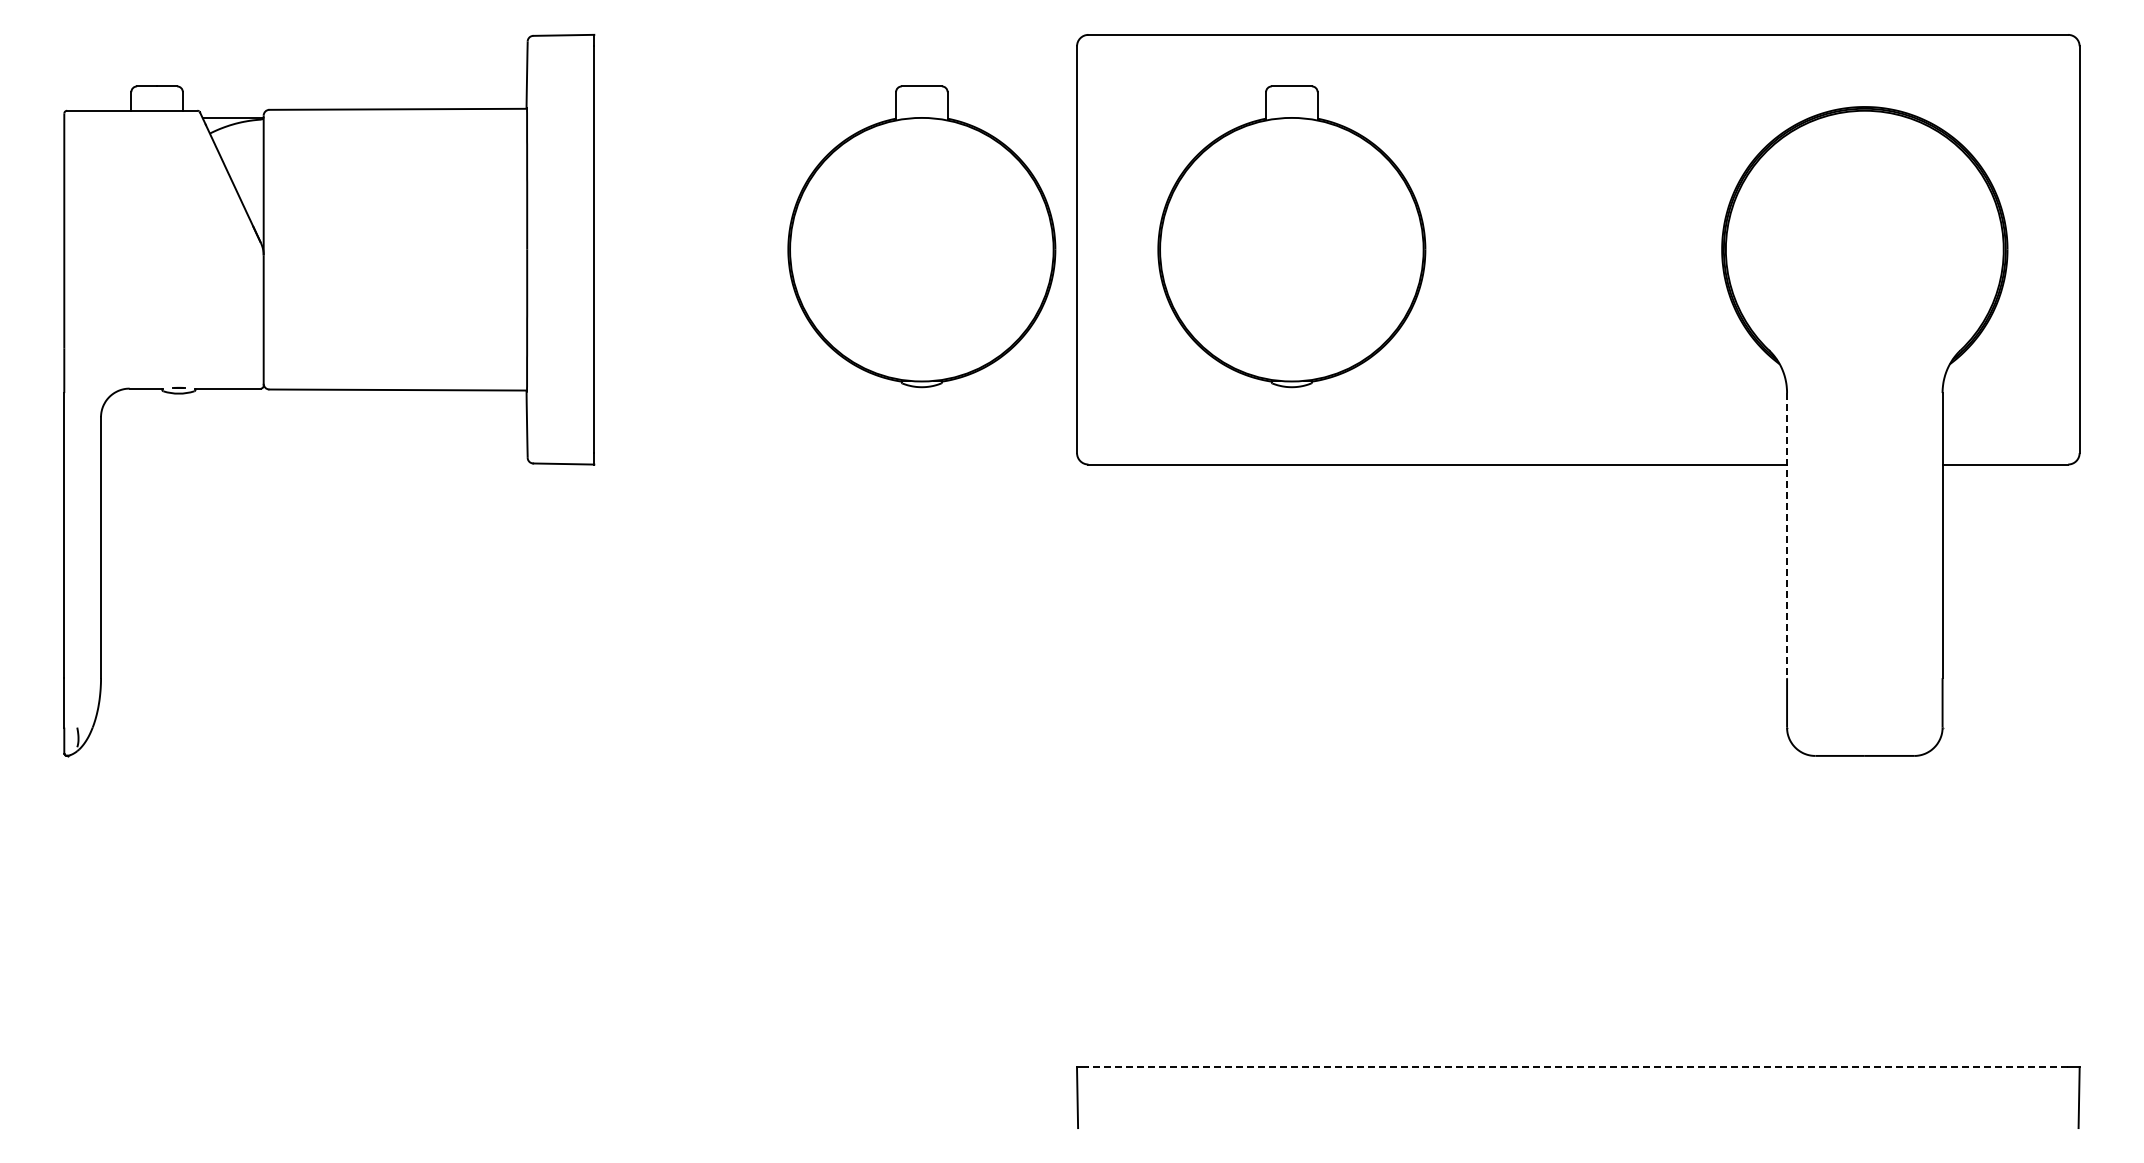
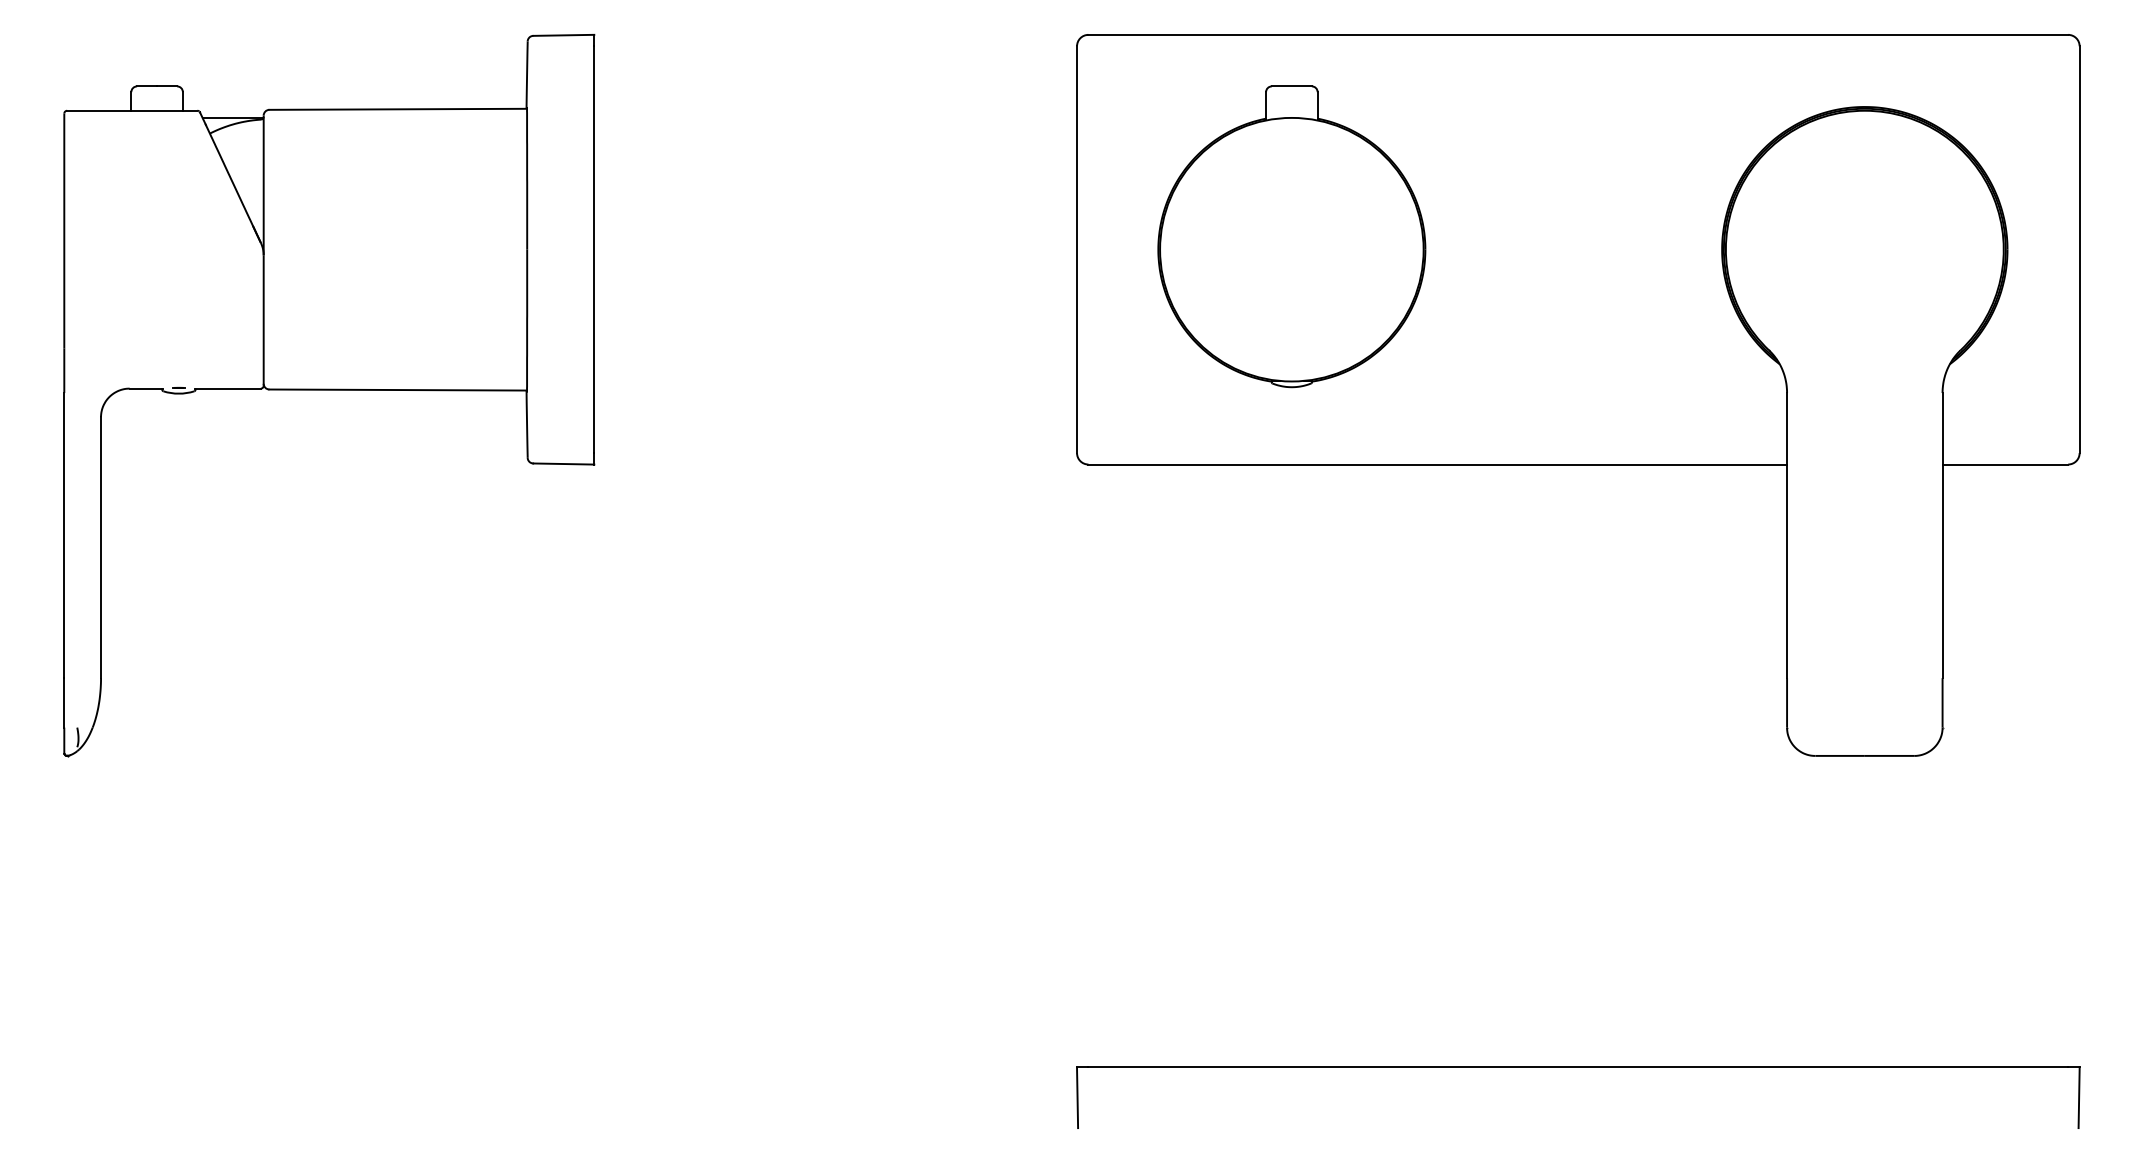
part at (921, 236): present -> none
line at (1787, 535): dashed -> solid
line at (1578, 1067): dashed -> solid
